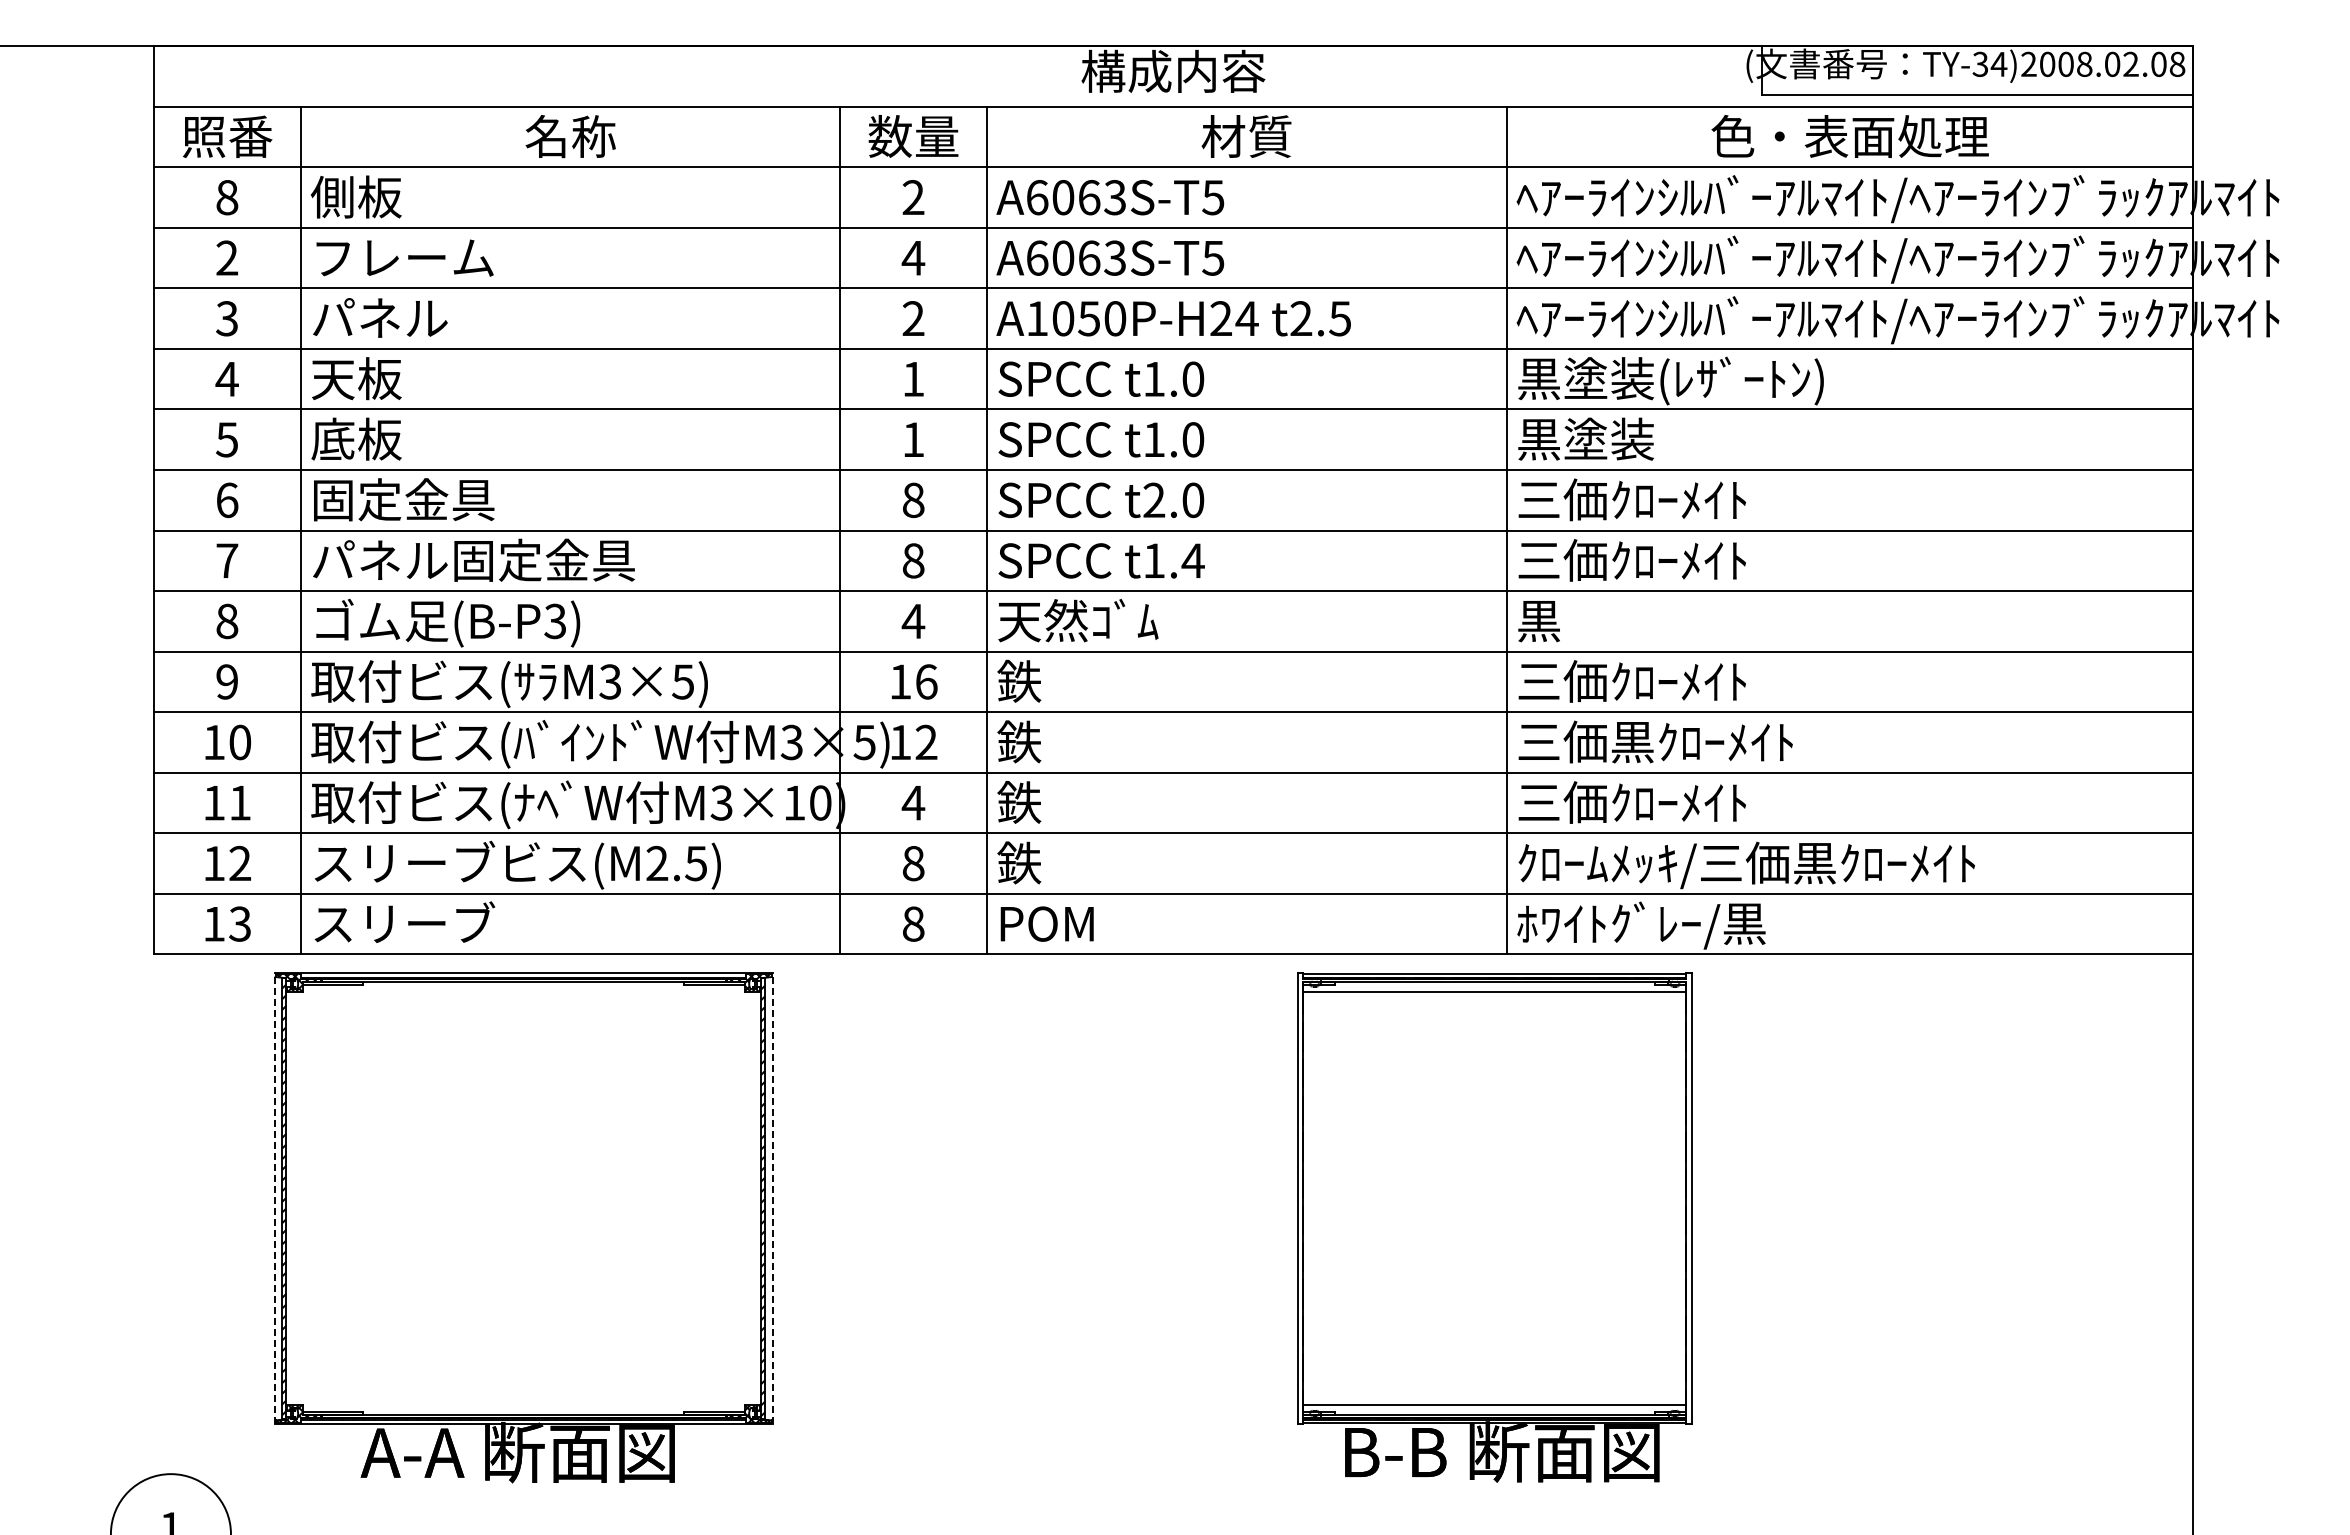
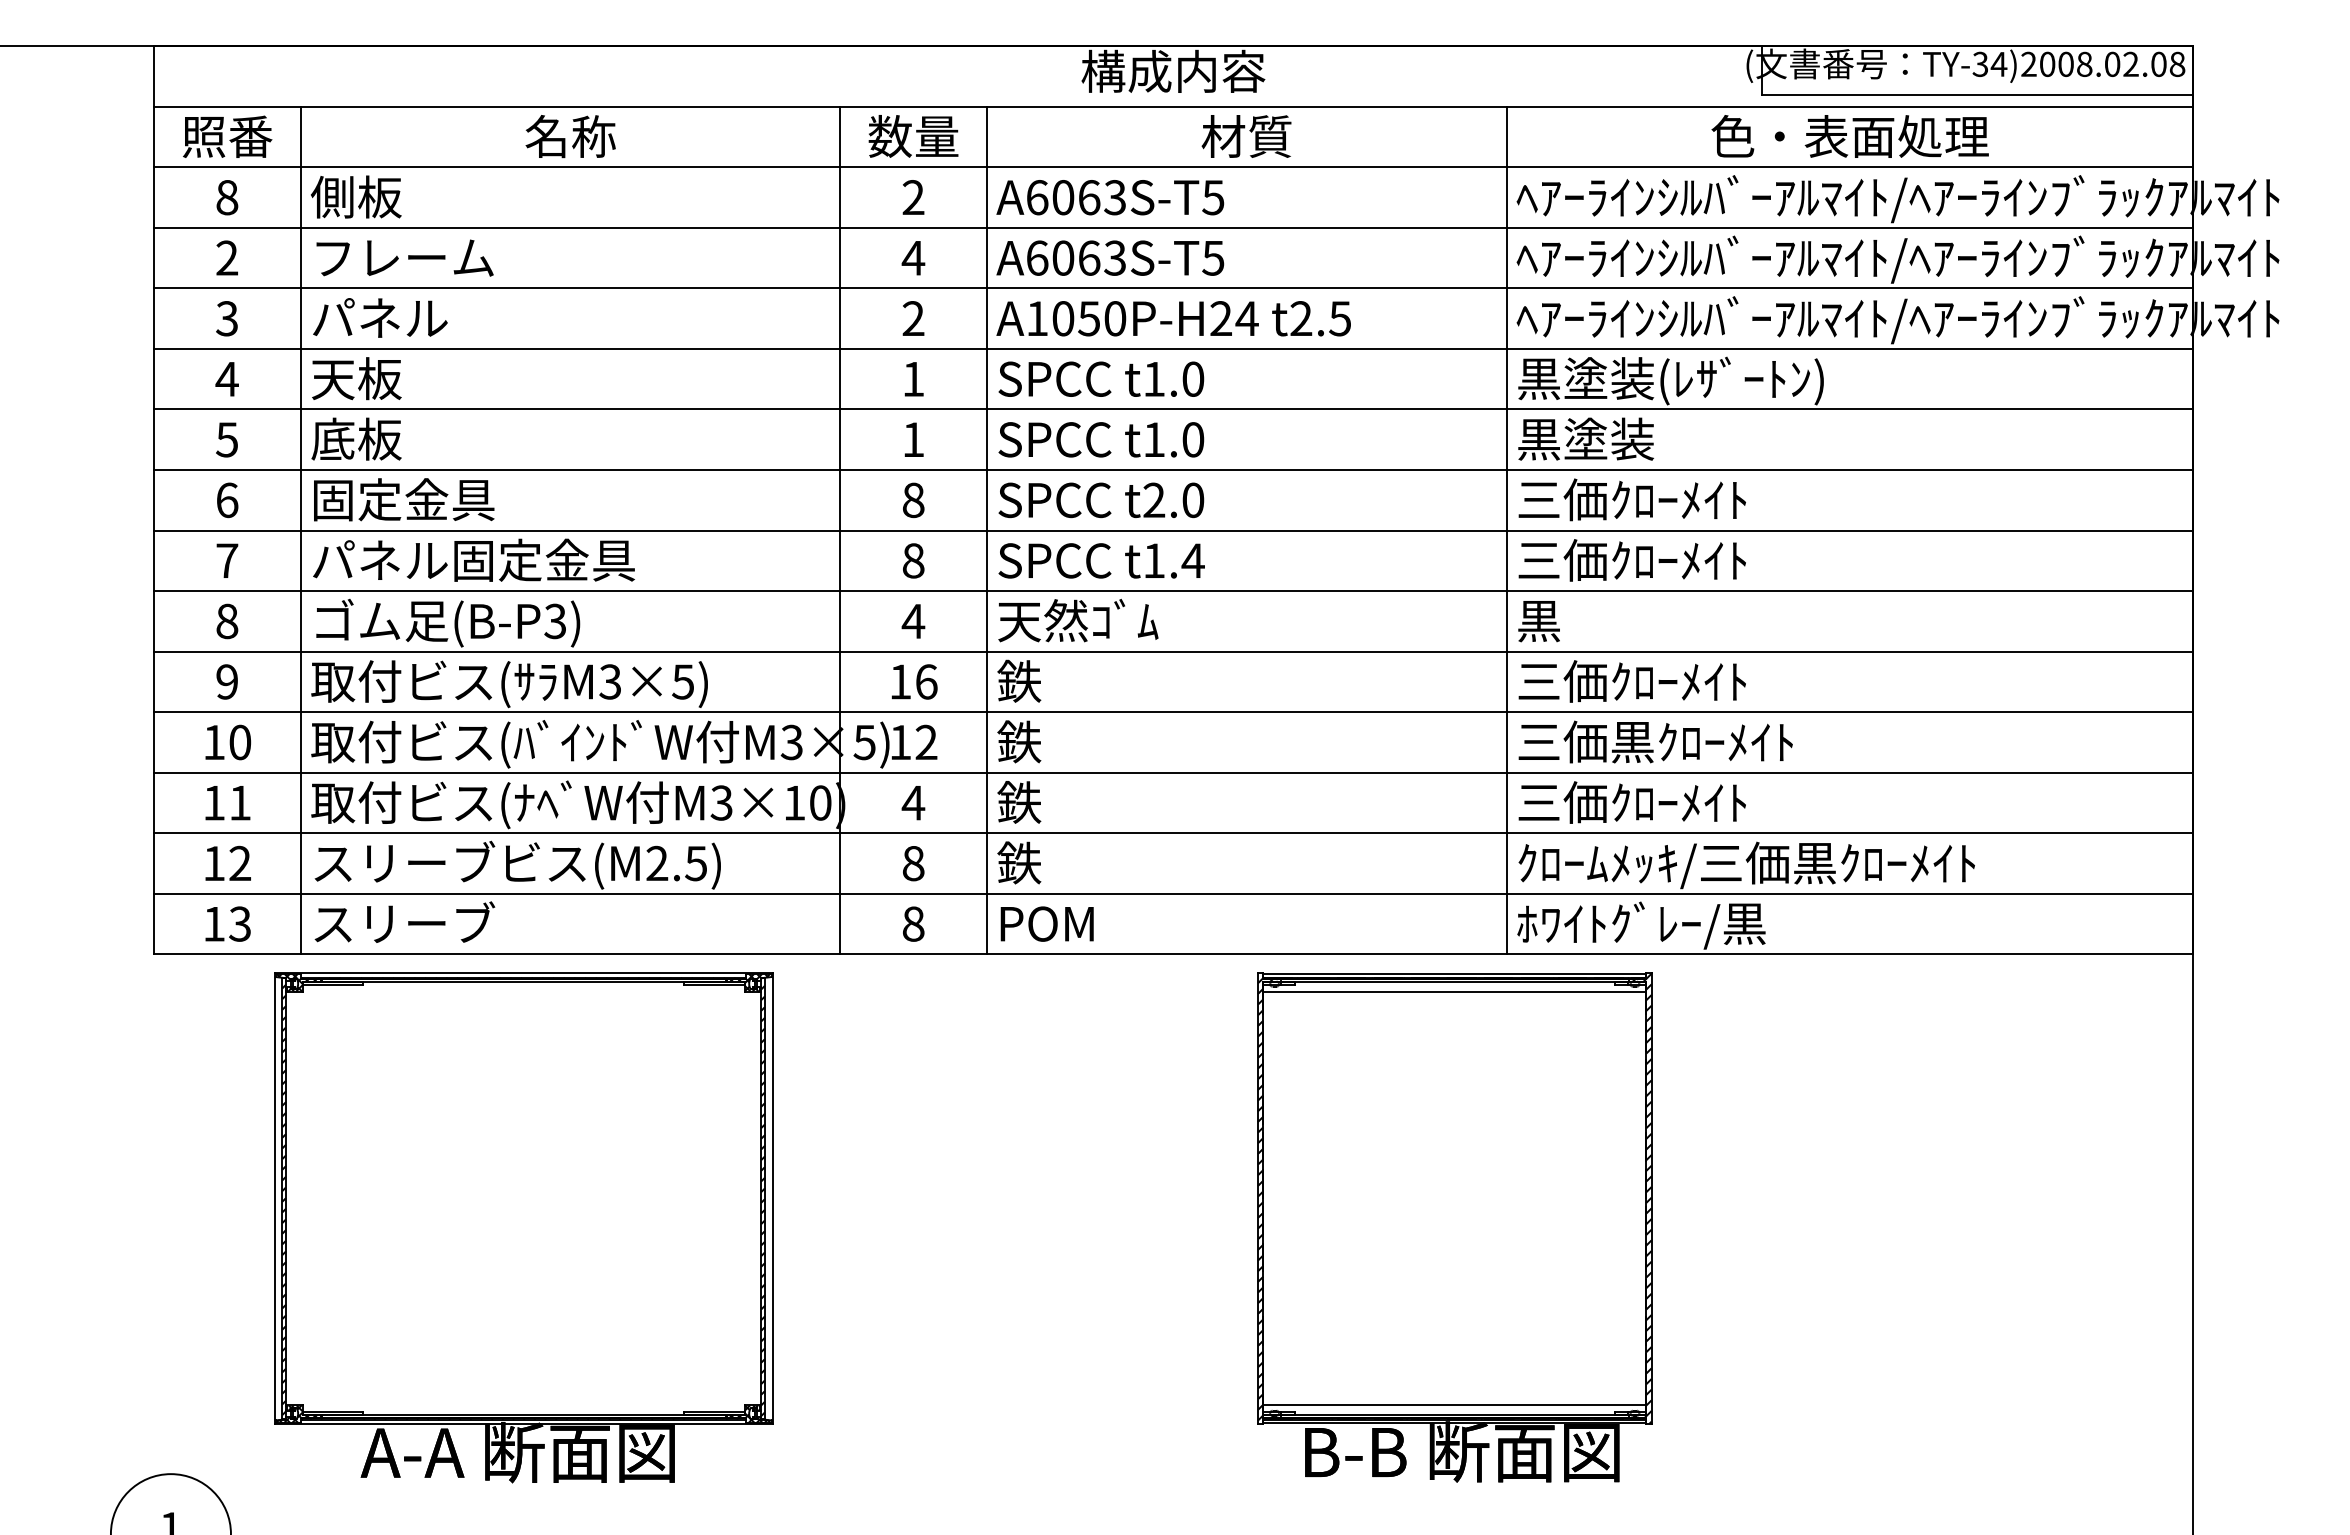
line at (274, 1198): dashed -> solid
line at (772, 1198): dashed -> solid
part at (1494, 1227) position: (1494, 1227) -> (1454, 1227)
